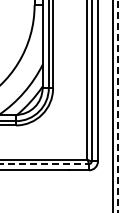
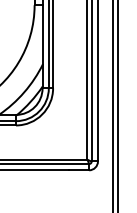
line at (117, 106): dashed -> solid
line at (45, 164): dashed -> solid
